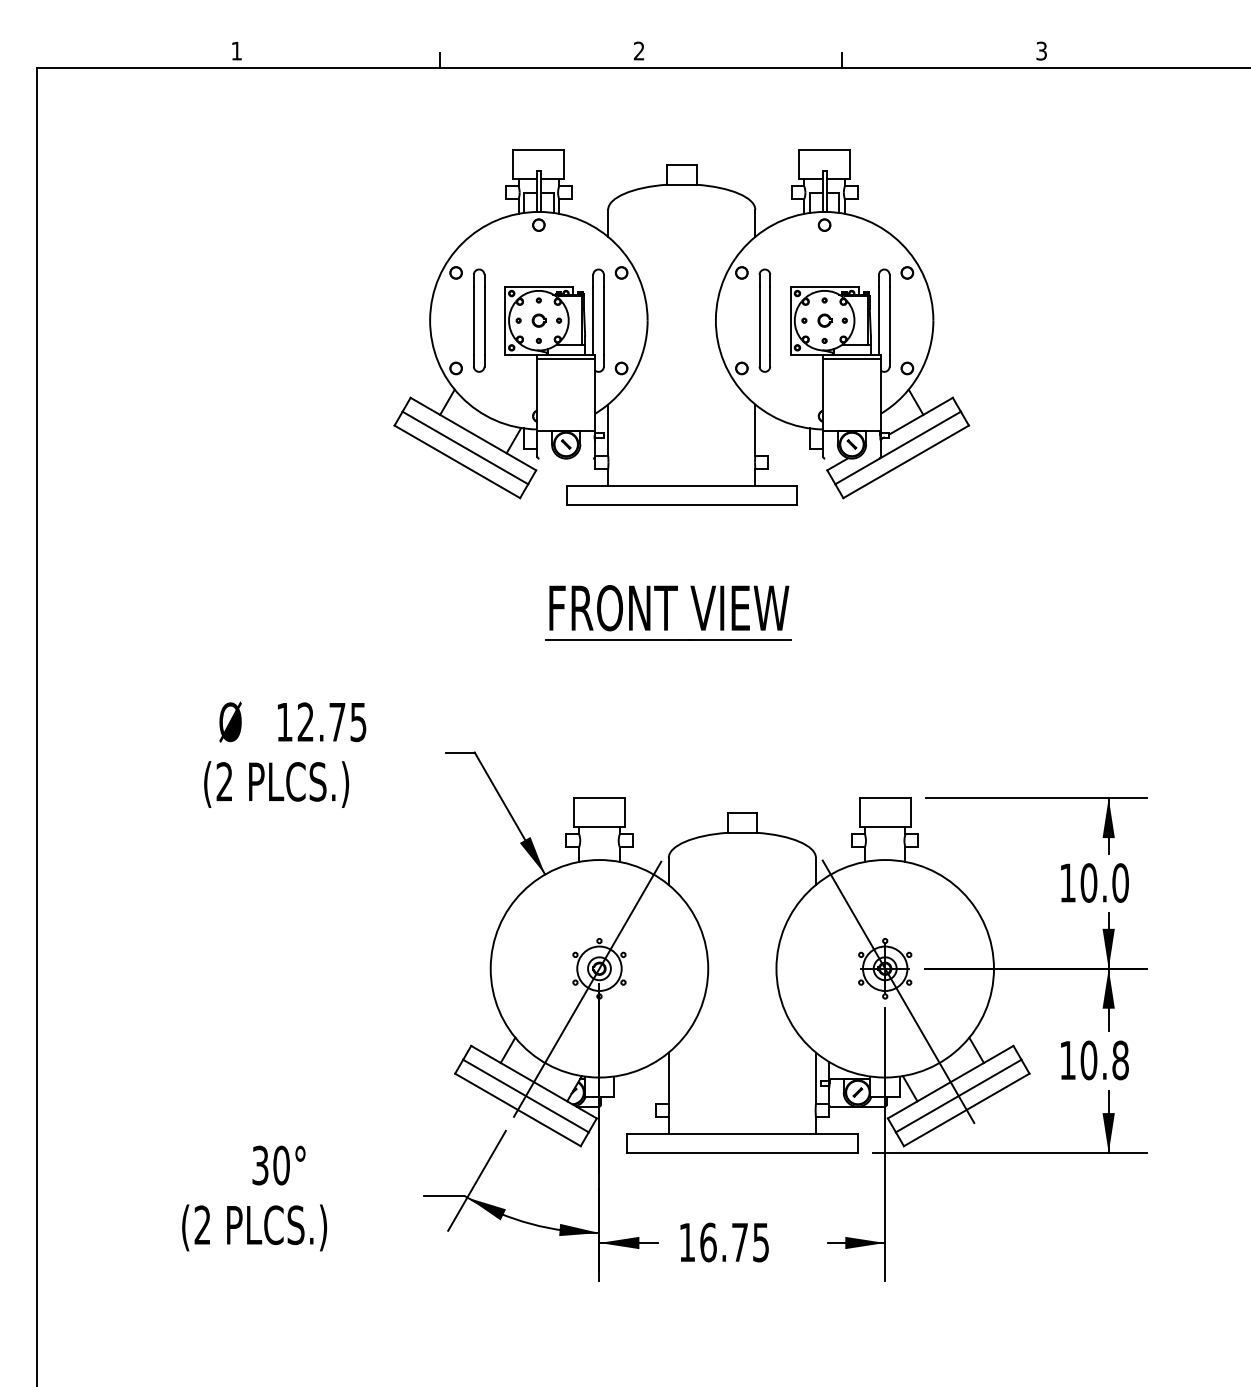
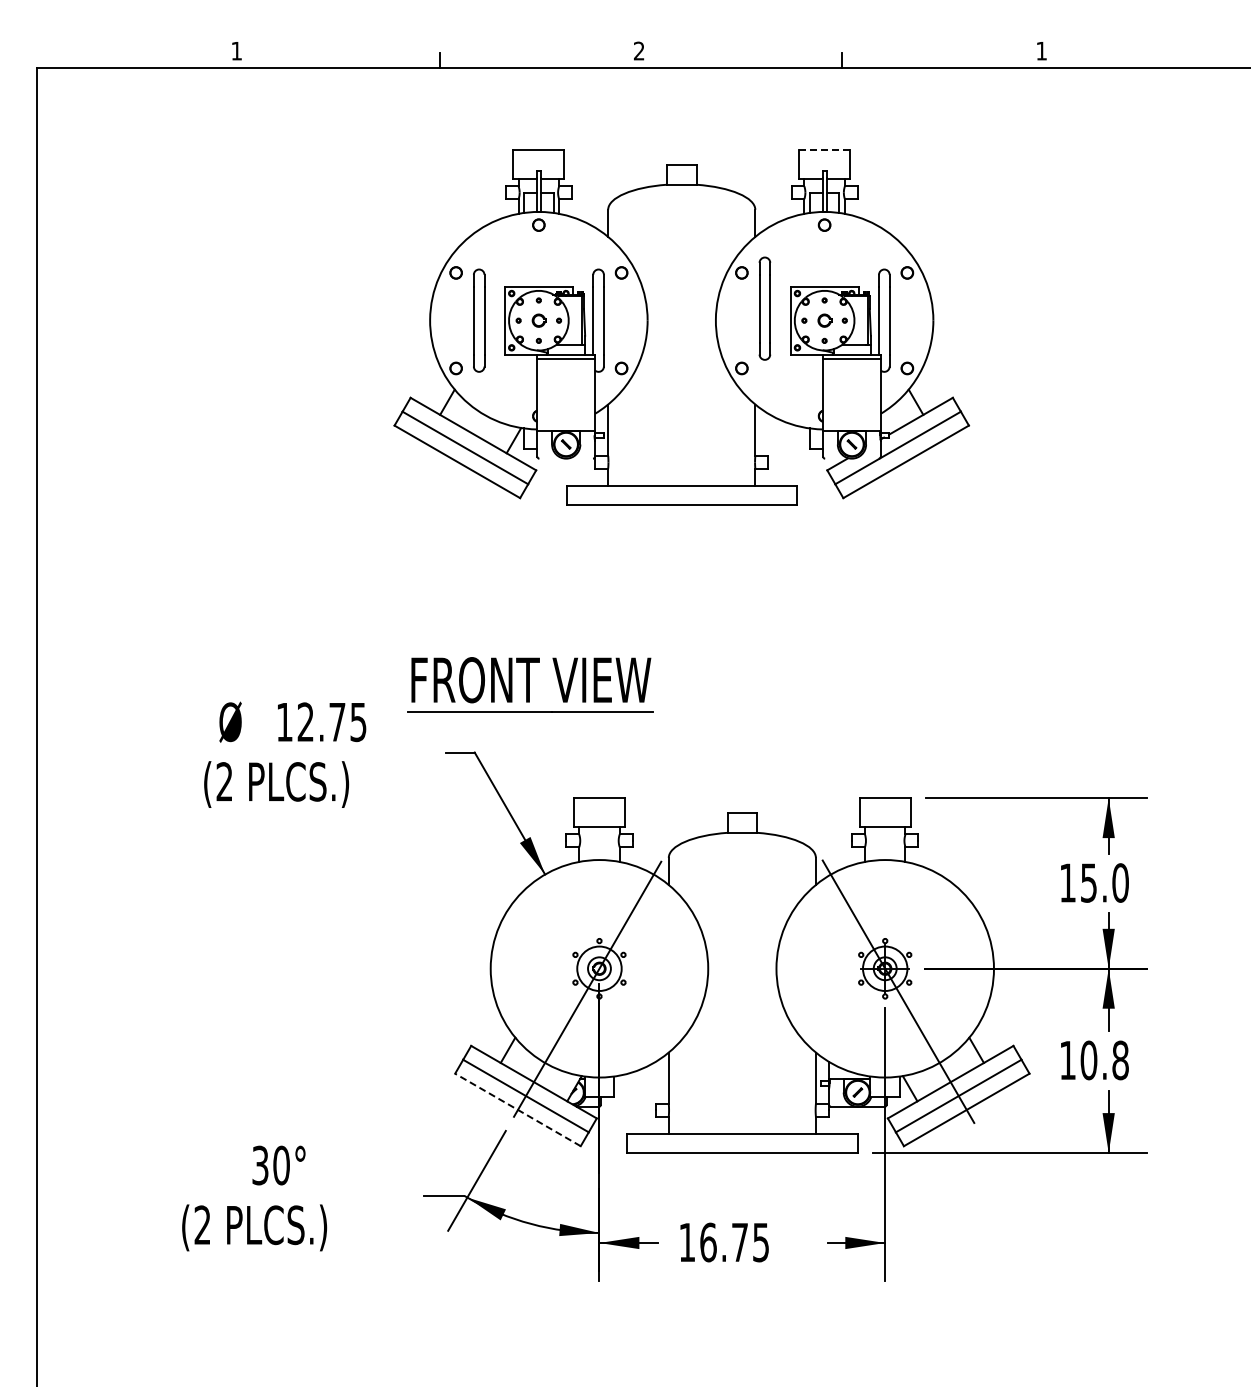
text at (1041, 50): 3 -> 1
line at (824, 150): solid -> dashed
part at (764, 320) position: (764, 320) -> (764, 308)
part at (668, 612) position: (668, 612) -> (530, 684)
text at (1088, 882): 10.0 -> 15.0
line at (517, 1109): solid -> dashed
